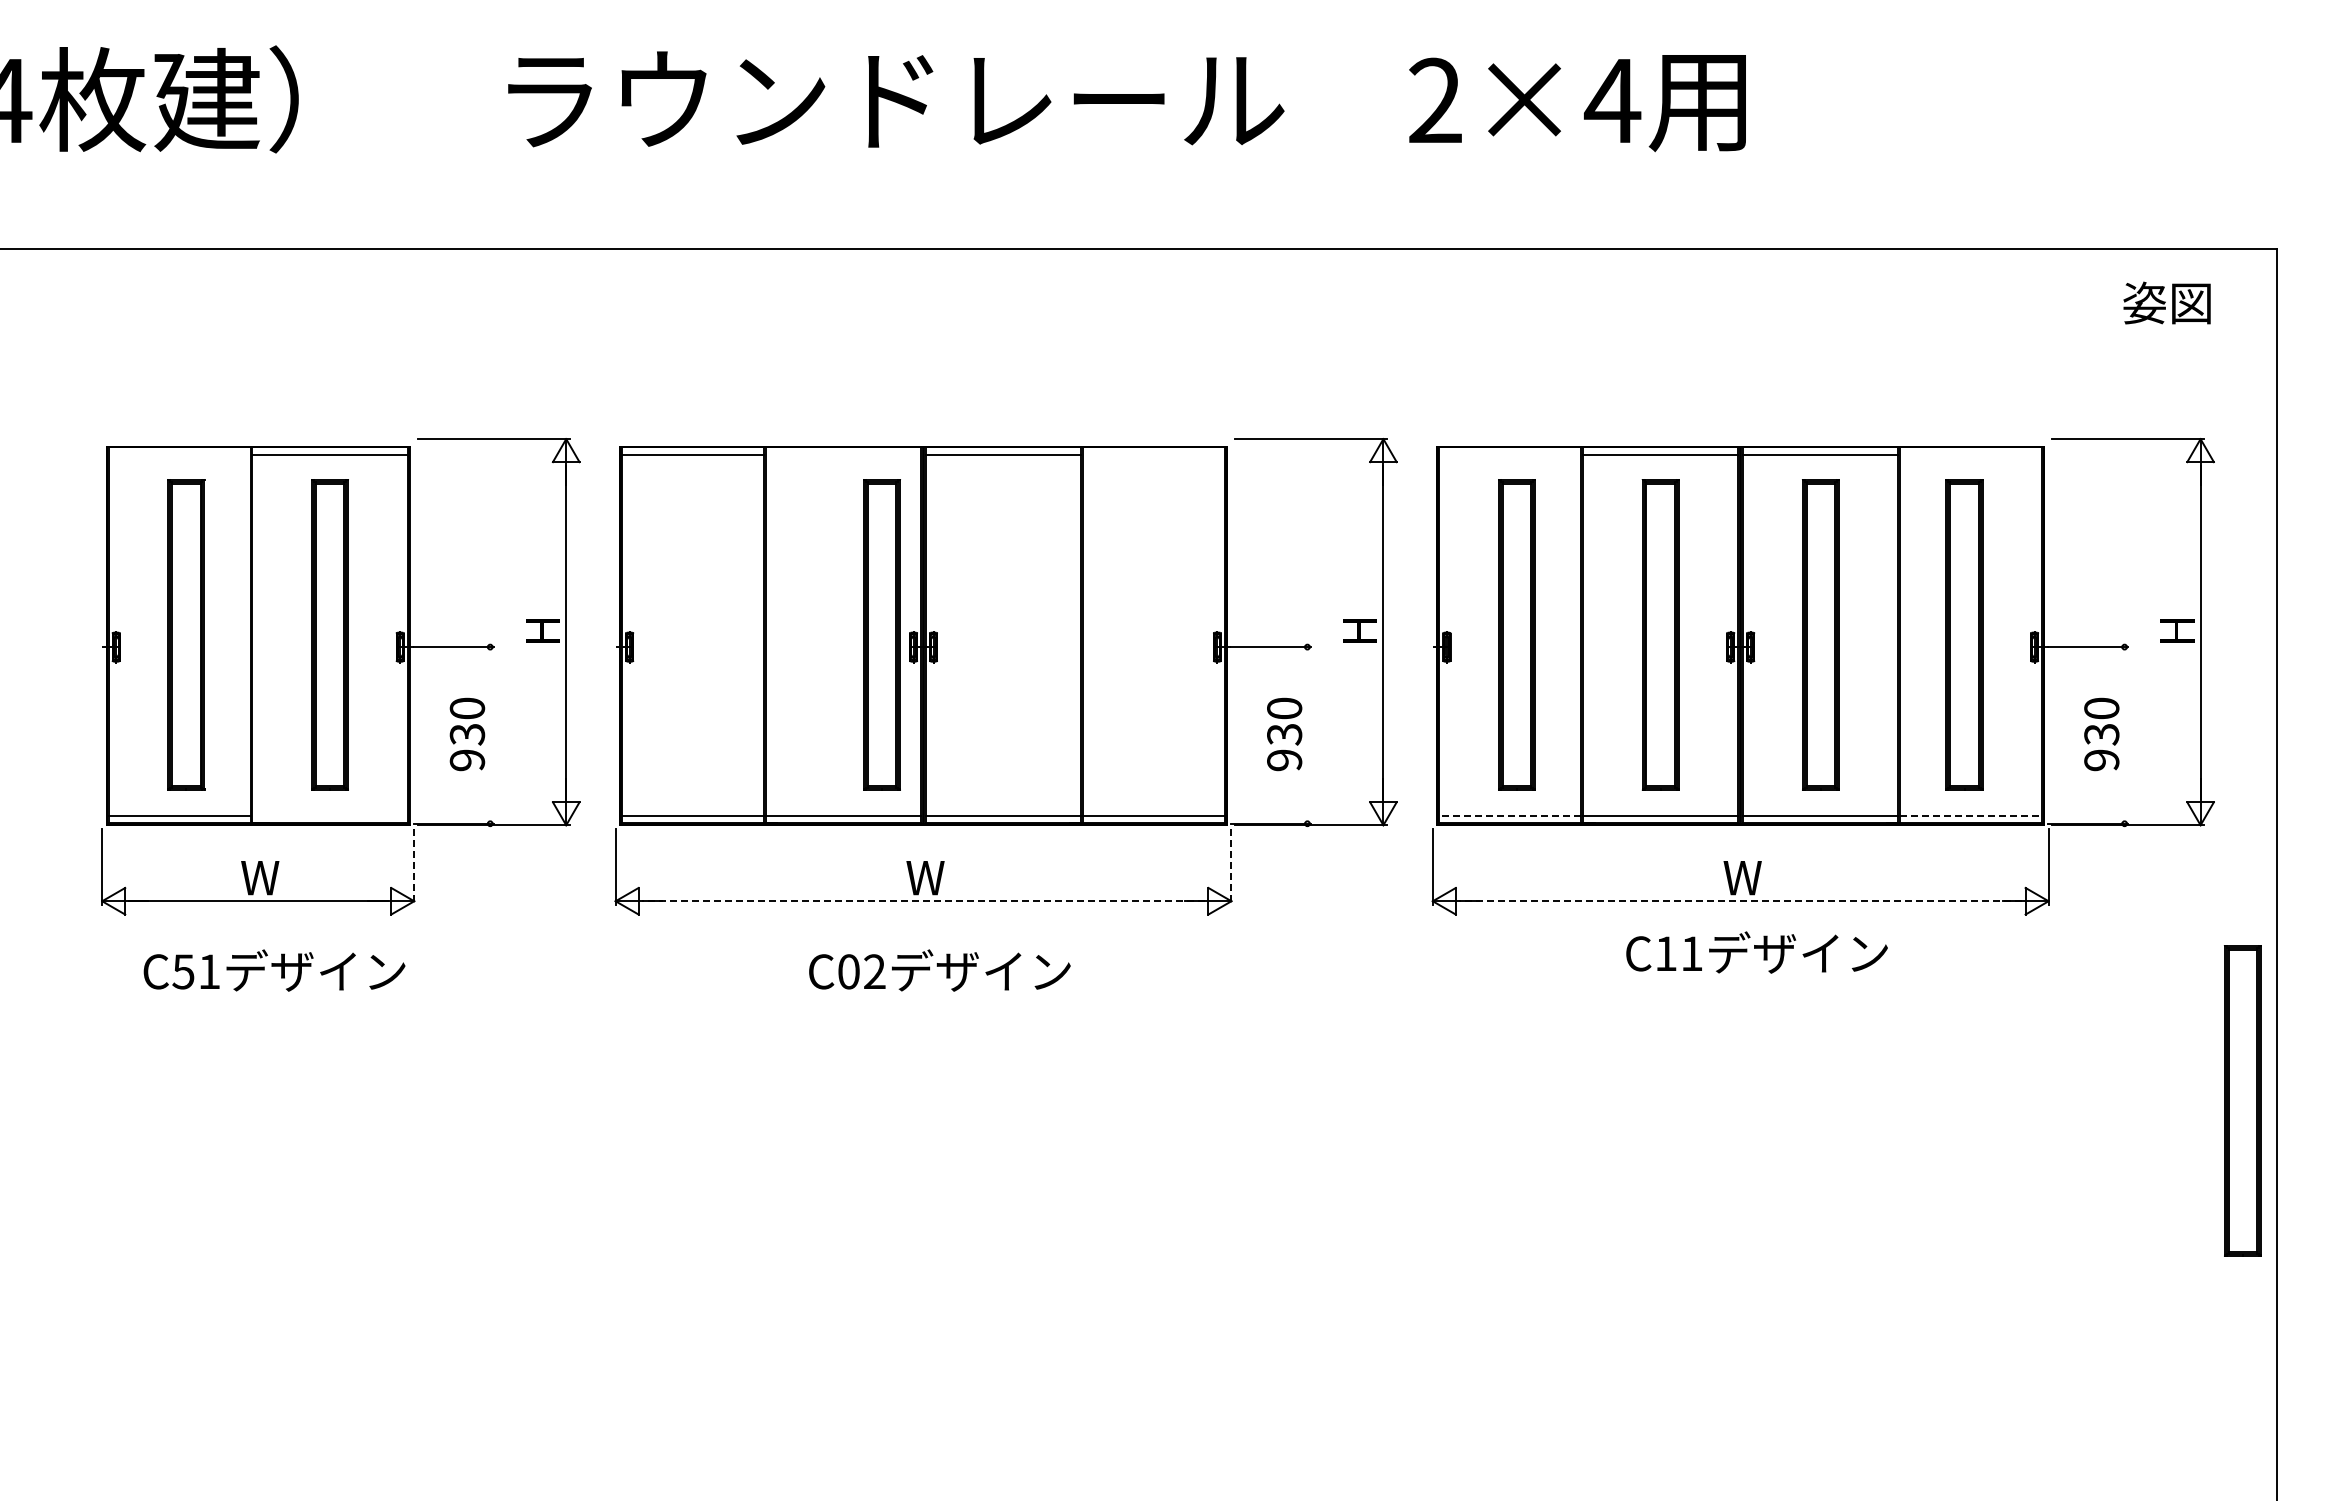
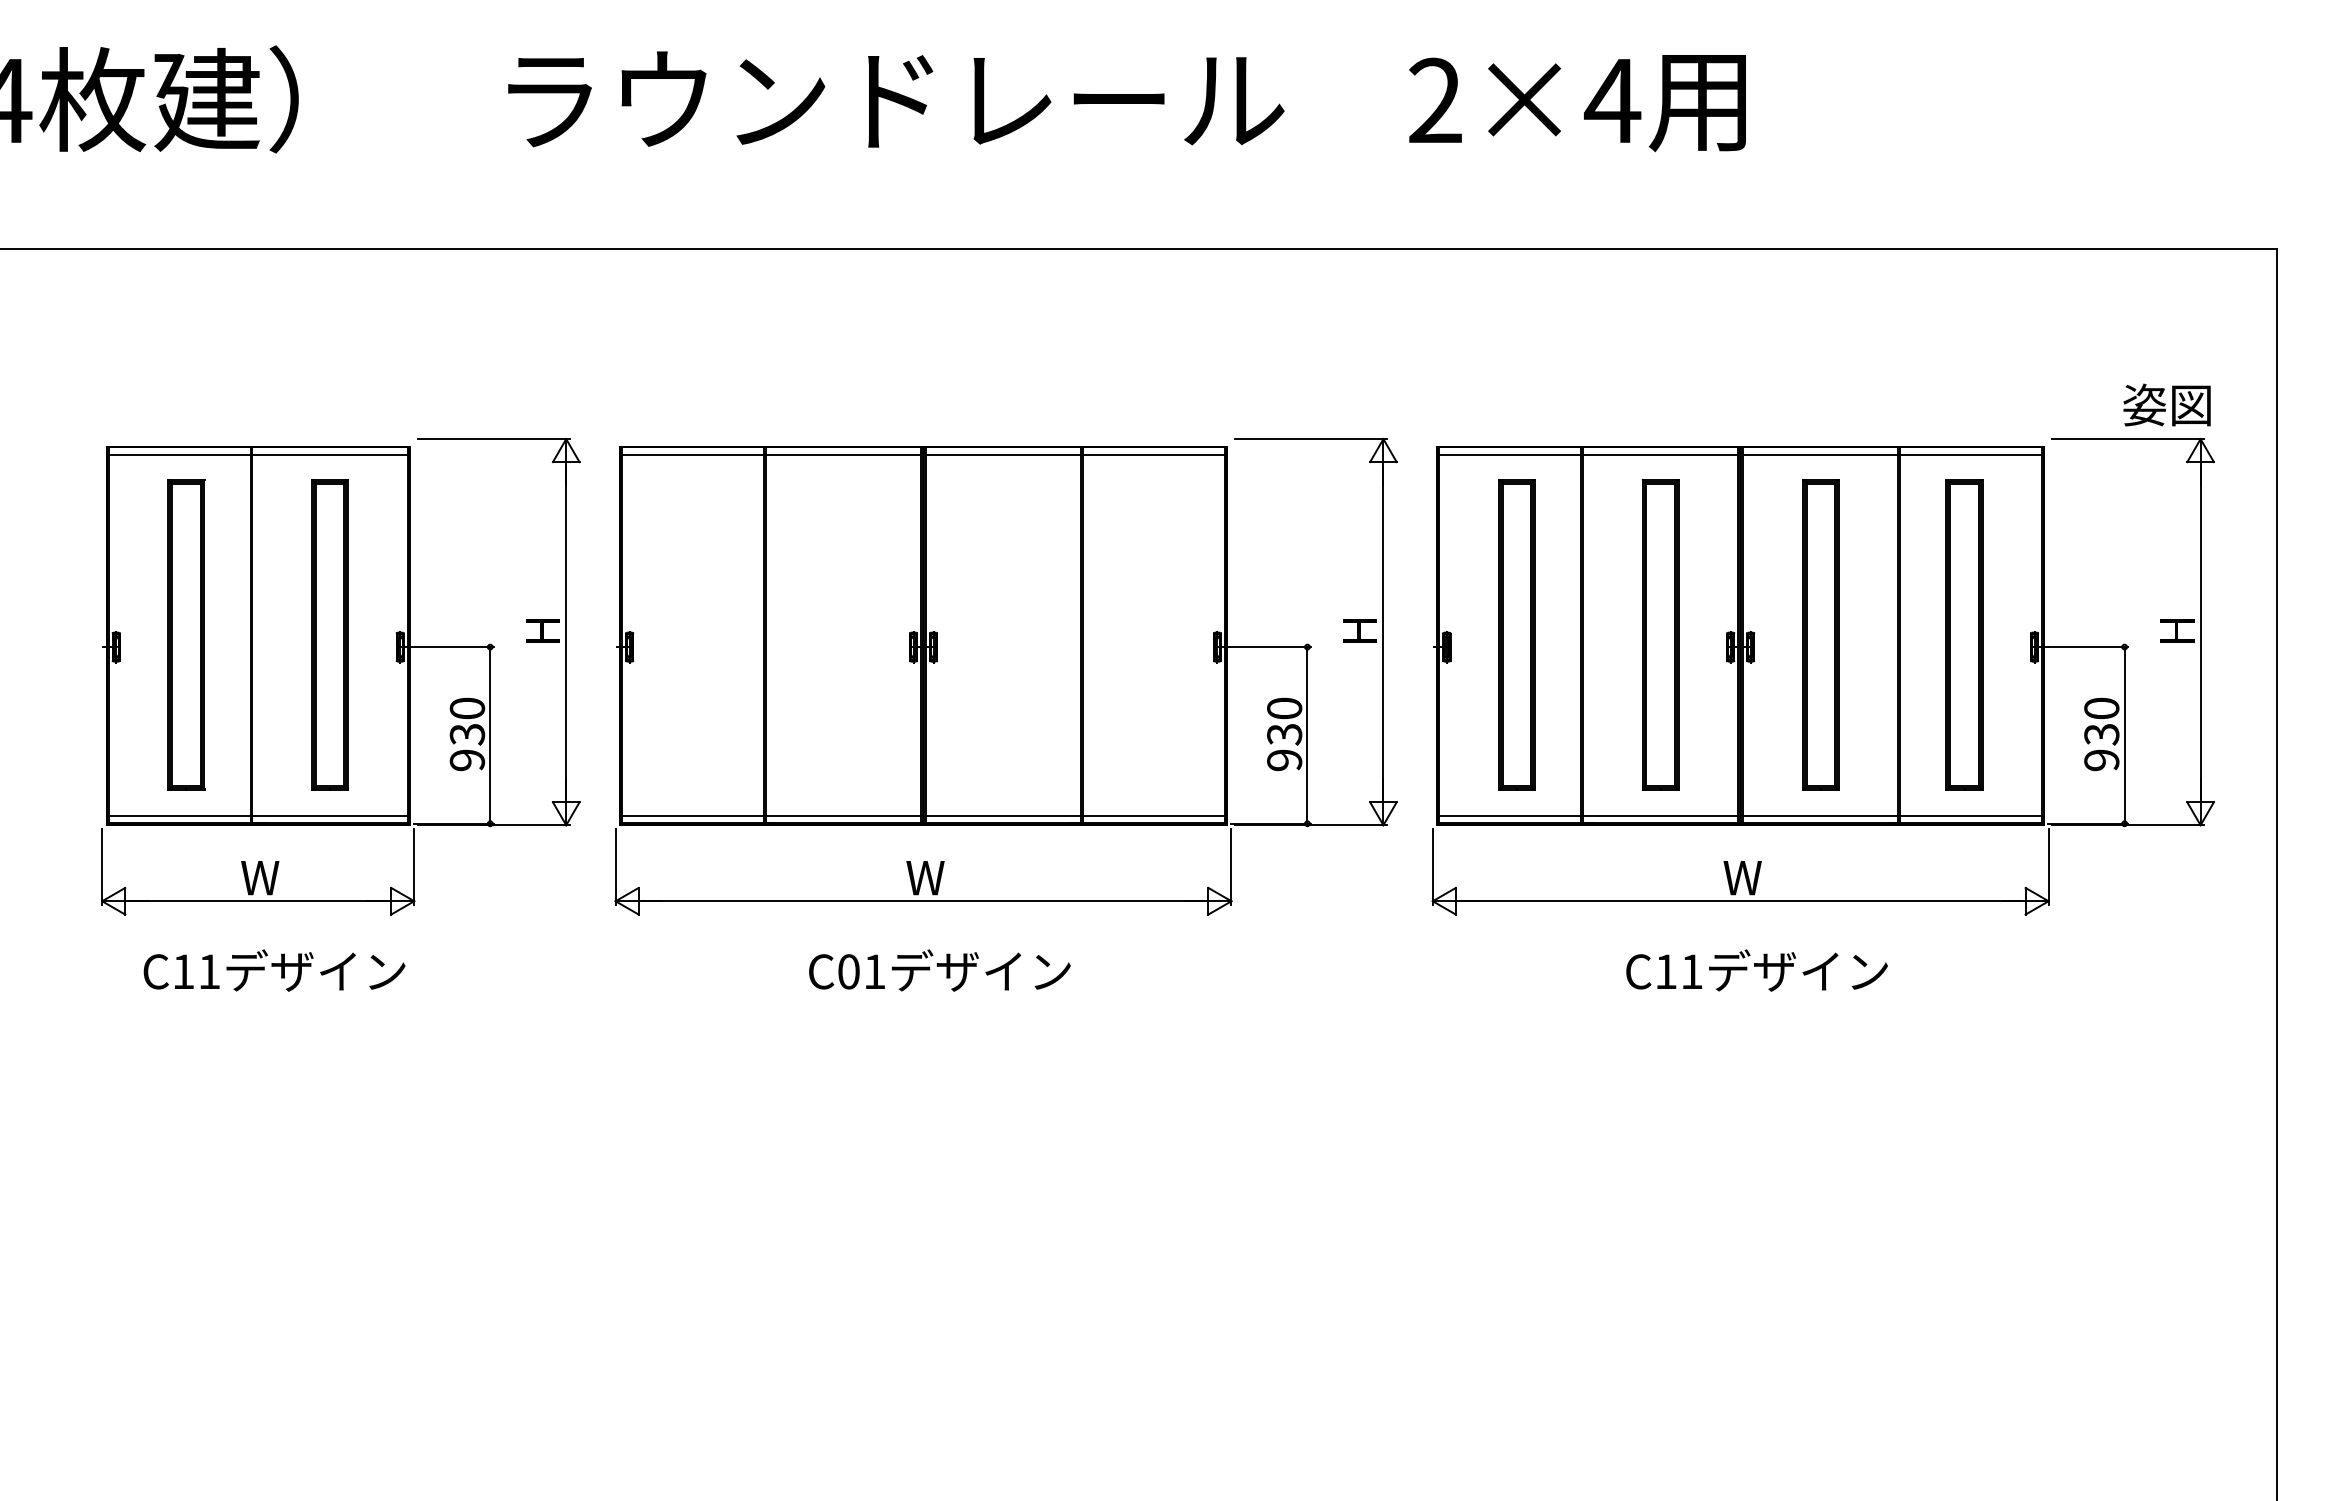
text at (2166, 302) position: (2166, 302) -> (2166, 404)
line at (179, 454): none -> present
line at (843, 454): none -> present
line at (1154, 454): none -> present
line at (1510, 454): none -> present
line at (1971, 454): none -> present
part at (881, 634): present -> none
line at (490, 735): none -> present
line at (1307, 735): none -> present
line at (2124, 735): none -> present
line at (329, 816): none -> present
line at (1510, 816): dashed -> solid
line at (1971, 816): dashed -> solid
line at (414, 867): dashed -> solid
line at (1231, 867): dashed -> solid
line at (923, 901): dashed -> solid
line at (1740, 901): dashed -> solid
text at (1756, 952) position: (1756, 952) -> (1756, 970)
text at (183, 971): C51 -> C11
text at (874, 971): C02 -> C01
part at (2242, 1100): present -> none
